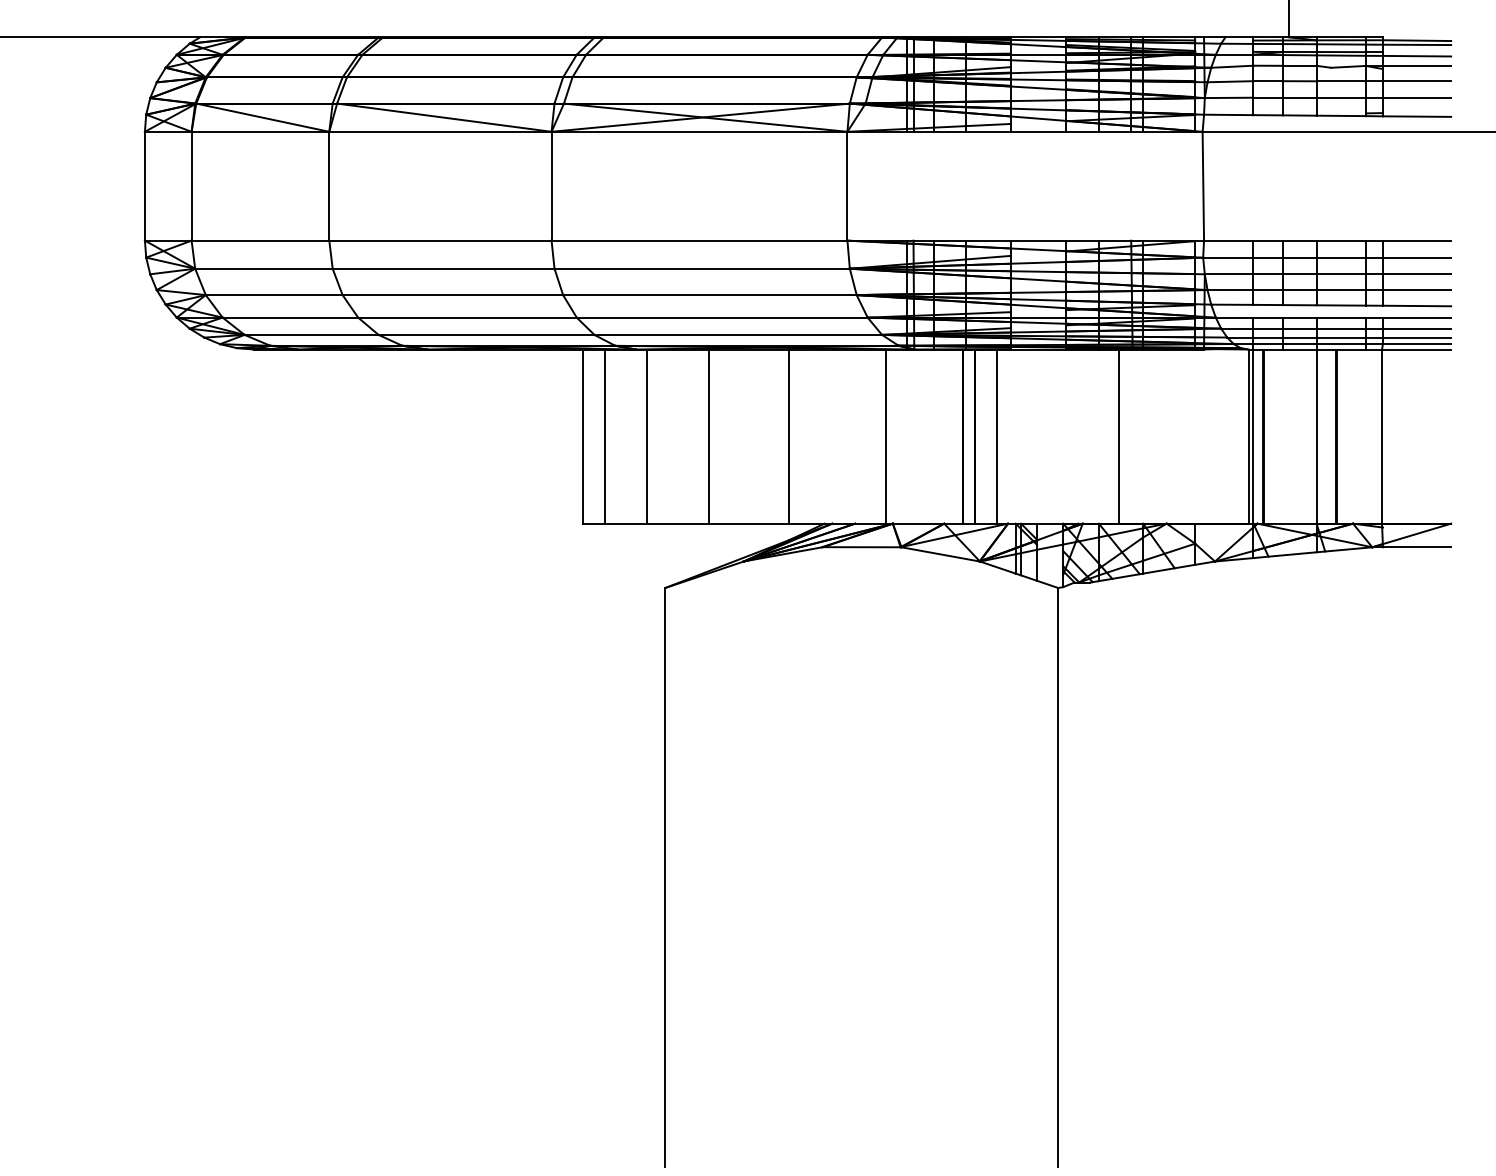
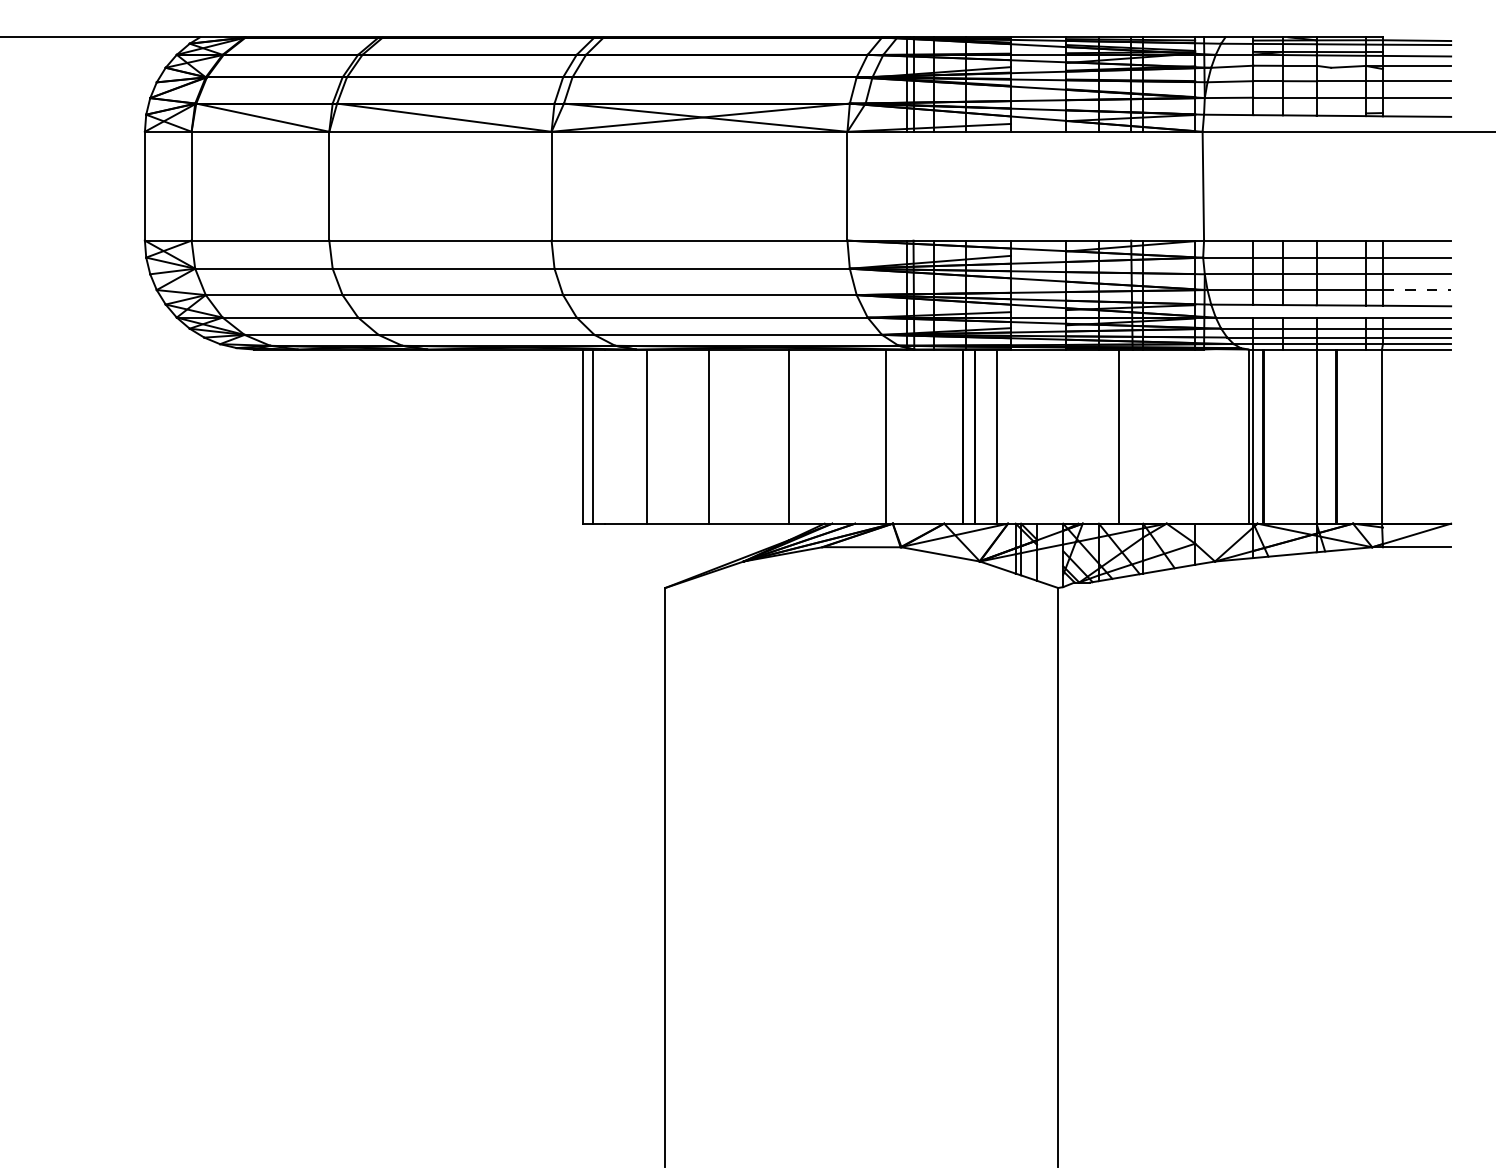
line at (1288, 19): present -> none
line at (1417, 290): solid -> dashed
line at (604, 436) position: (604, 436) -> (592, 436)
